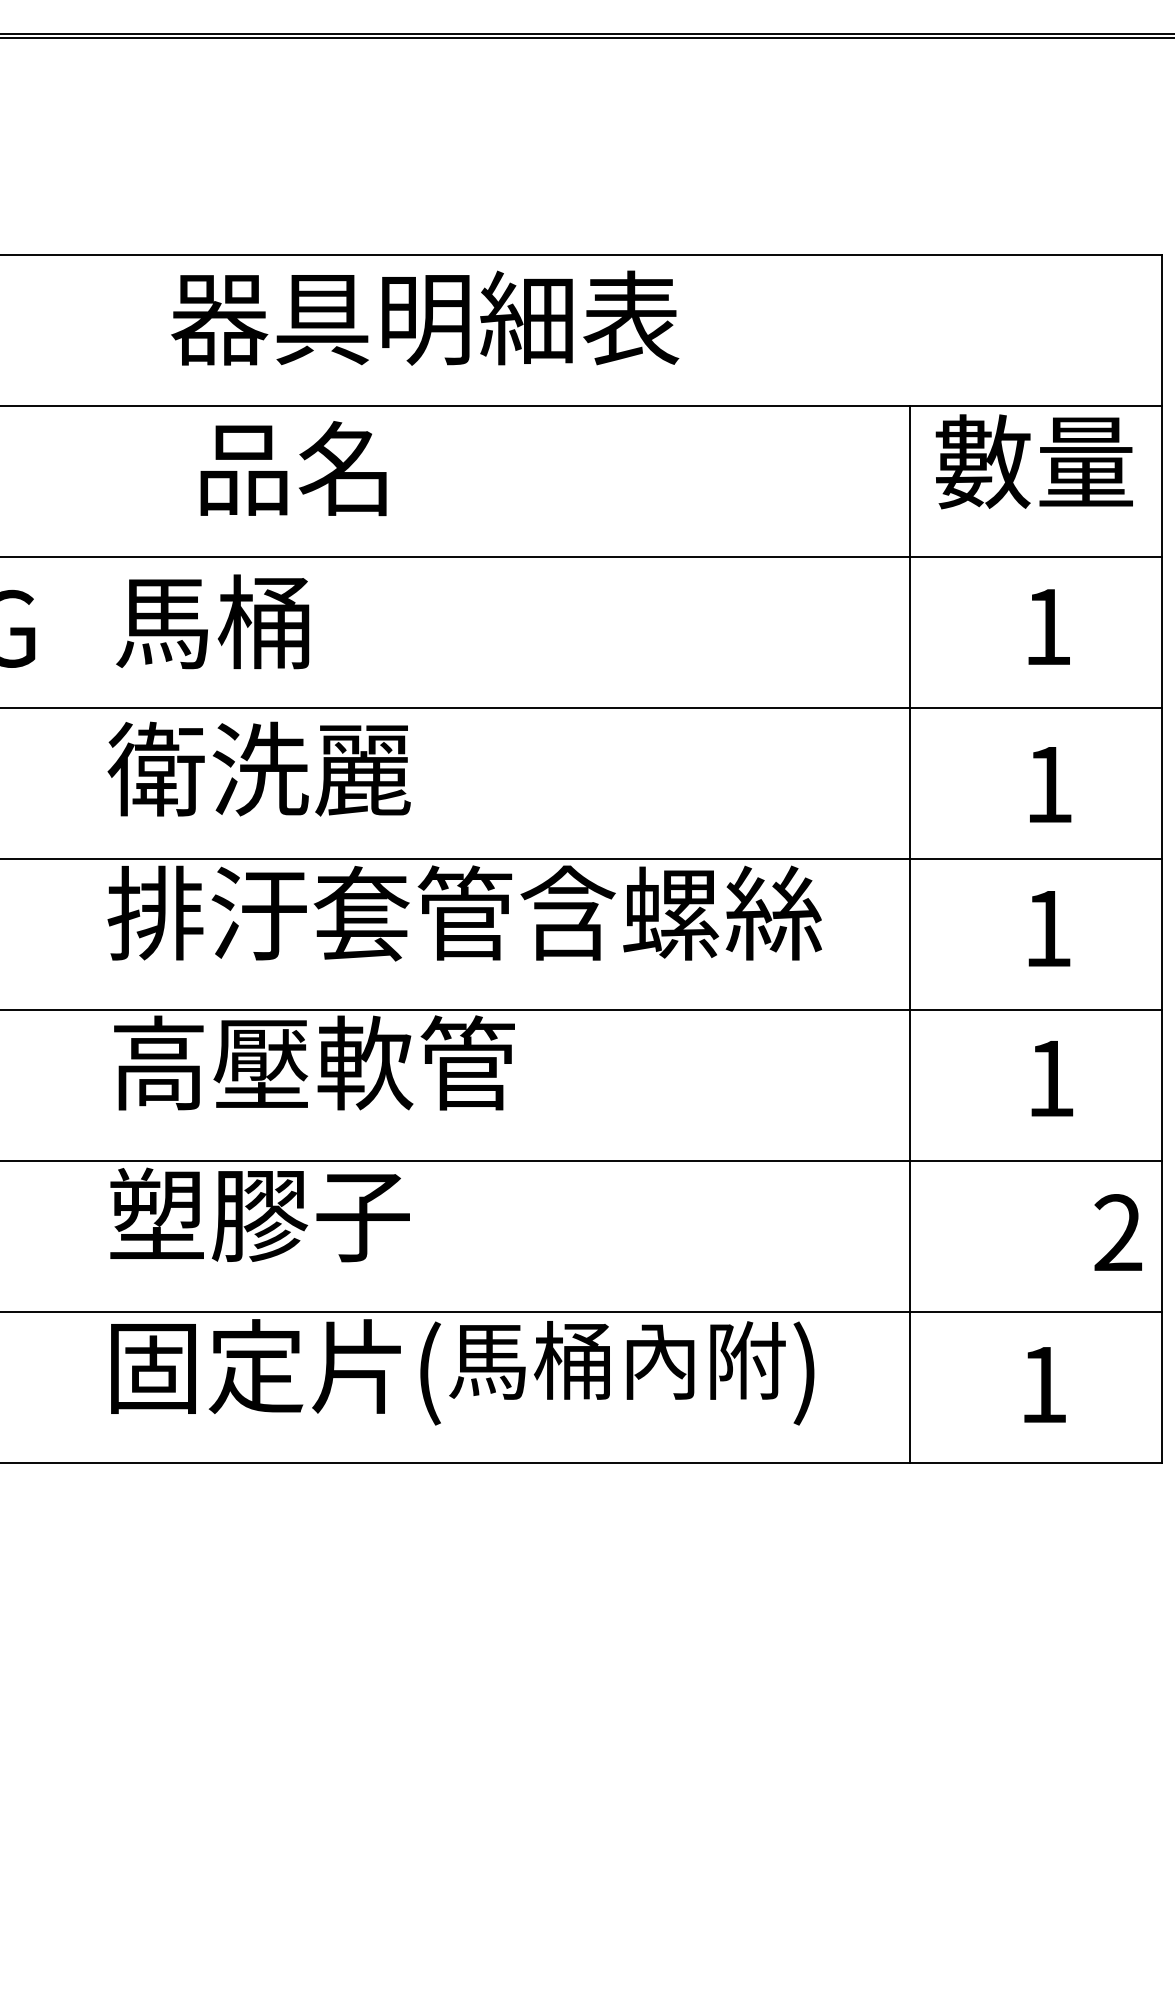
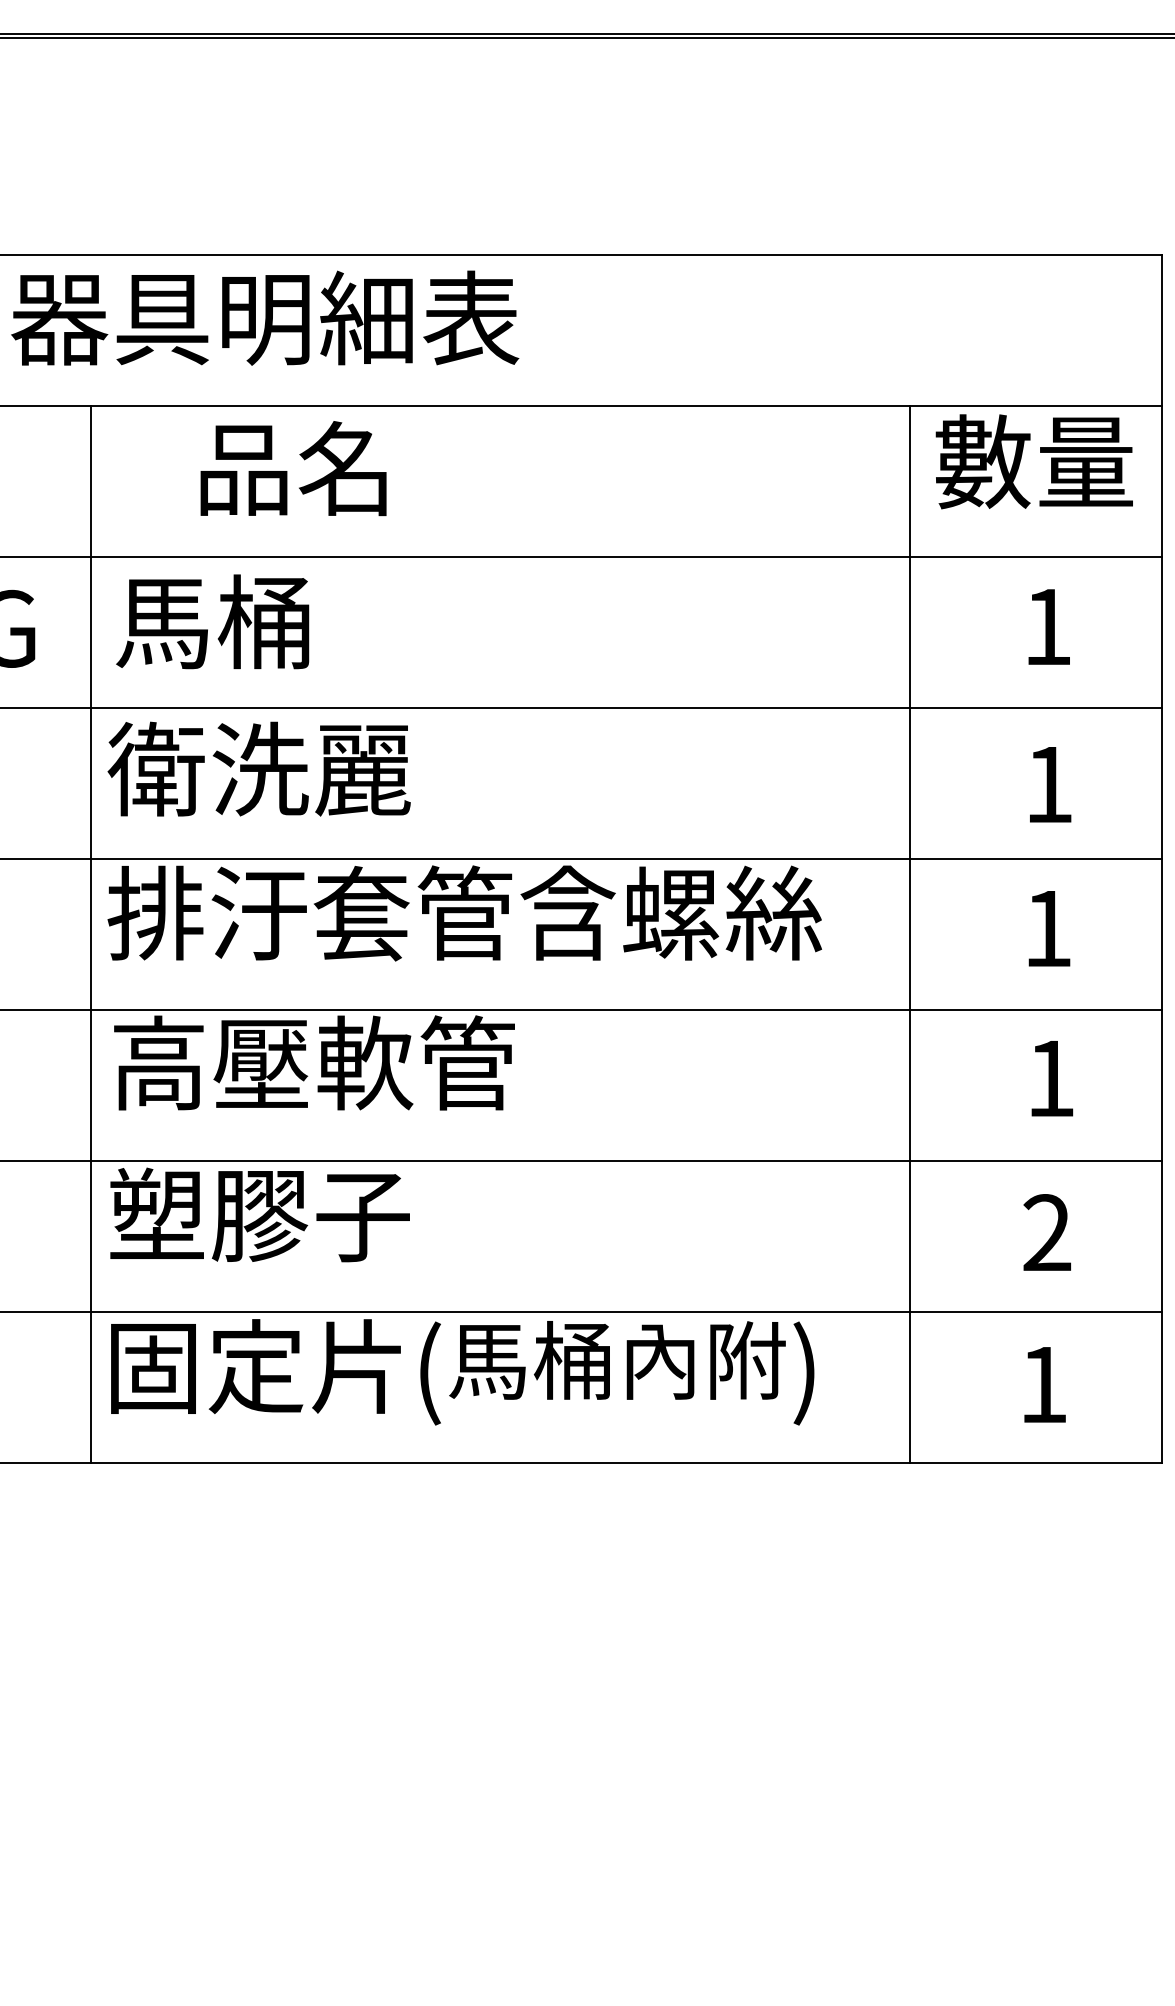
text at (425, 317) position: (425, 317) -> (265, 317)
line at (91, 934): none -> present
text at (1117, 1232) position: (1117, 1232) -> (1046, 1232)
